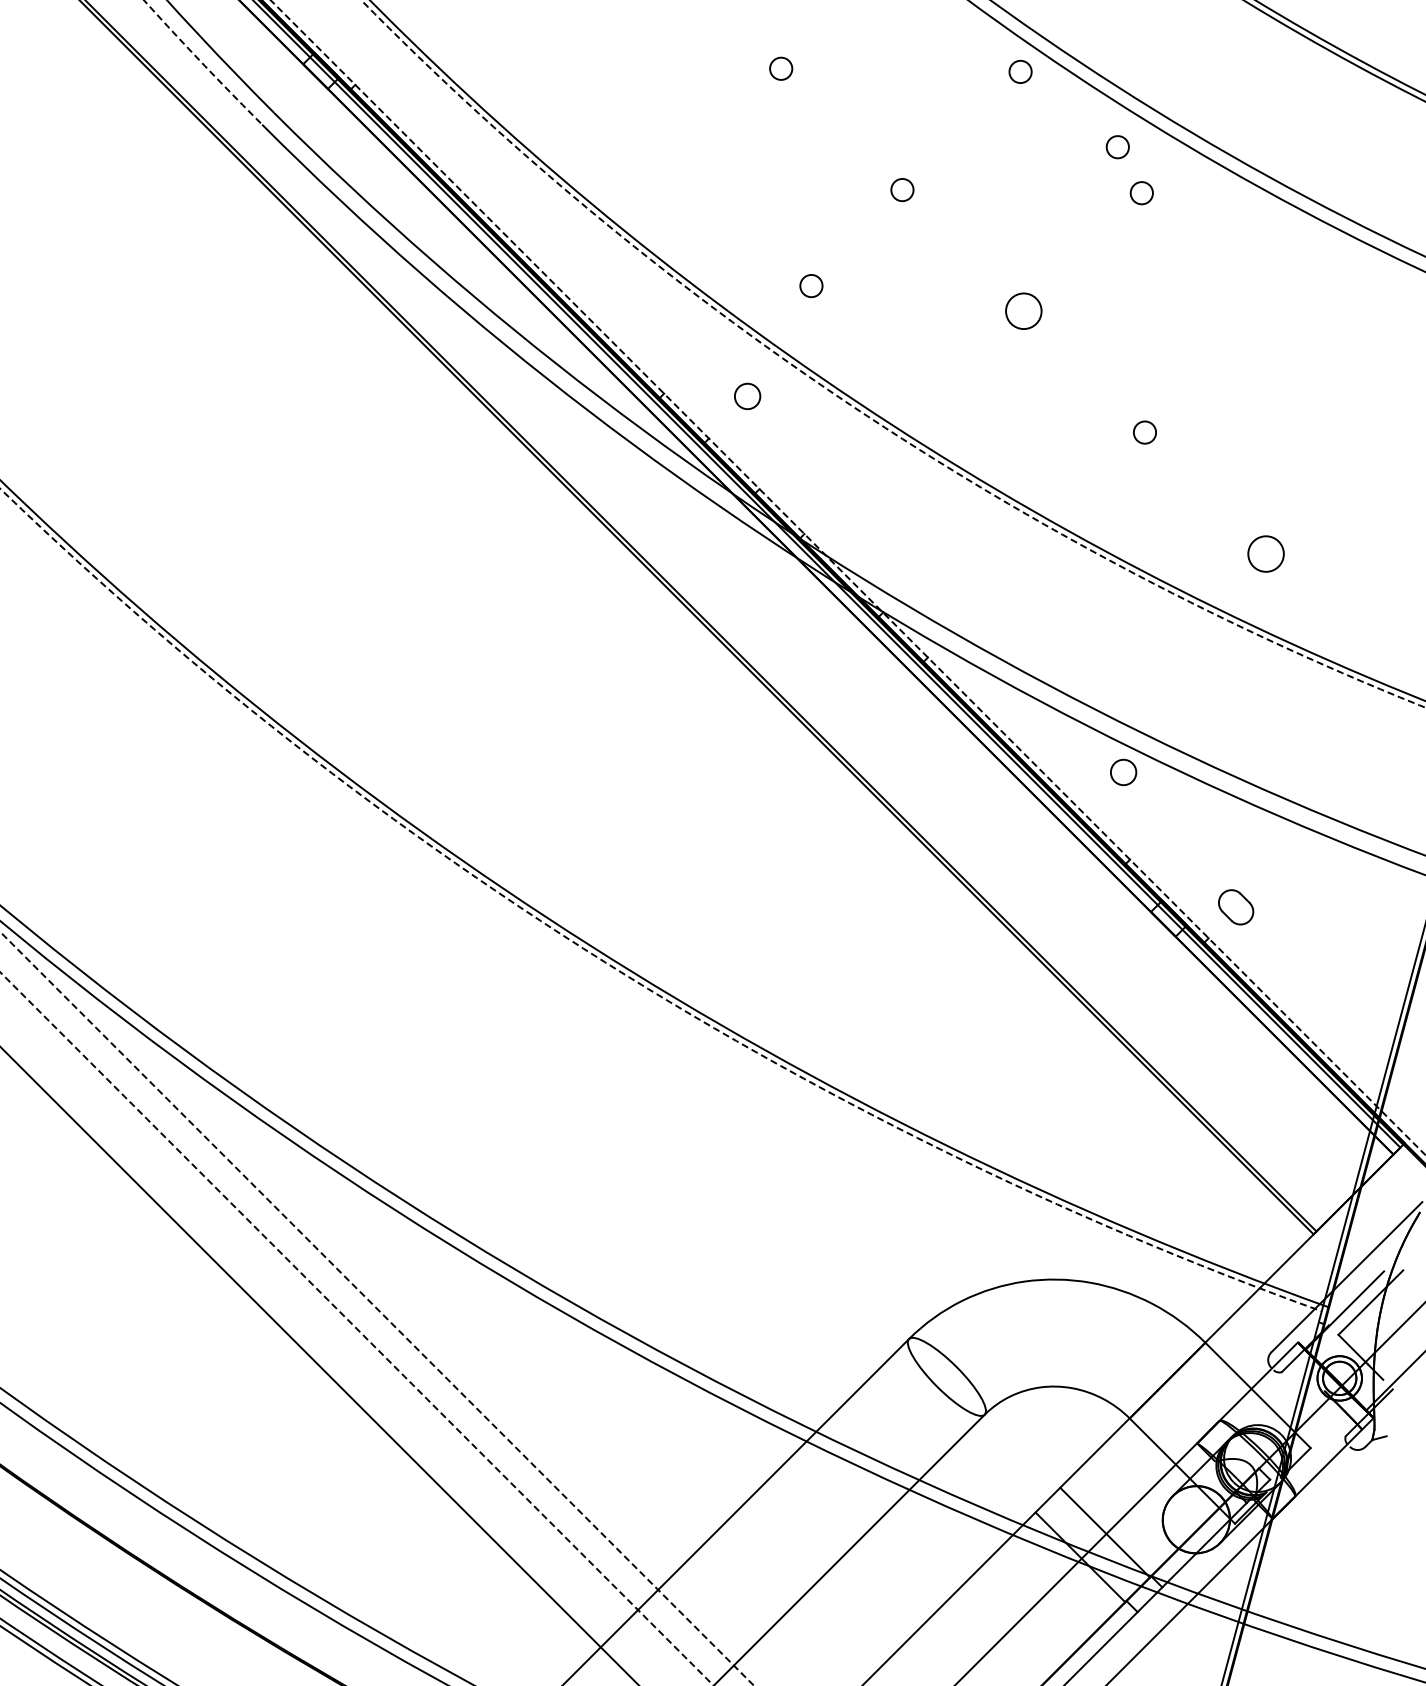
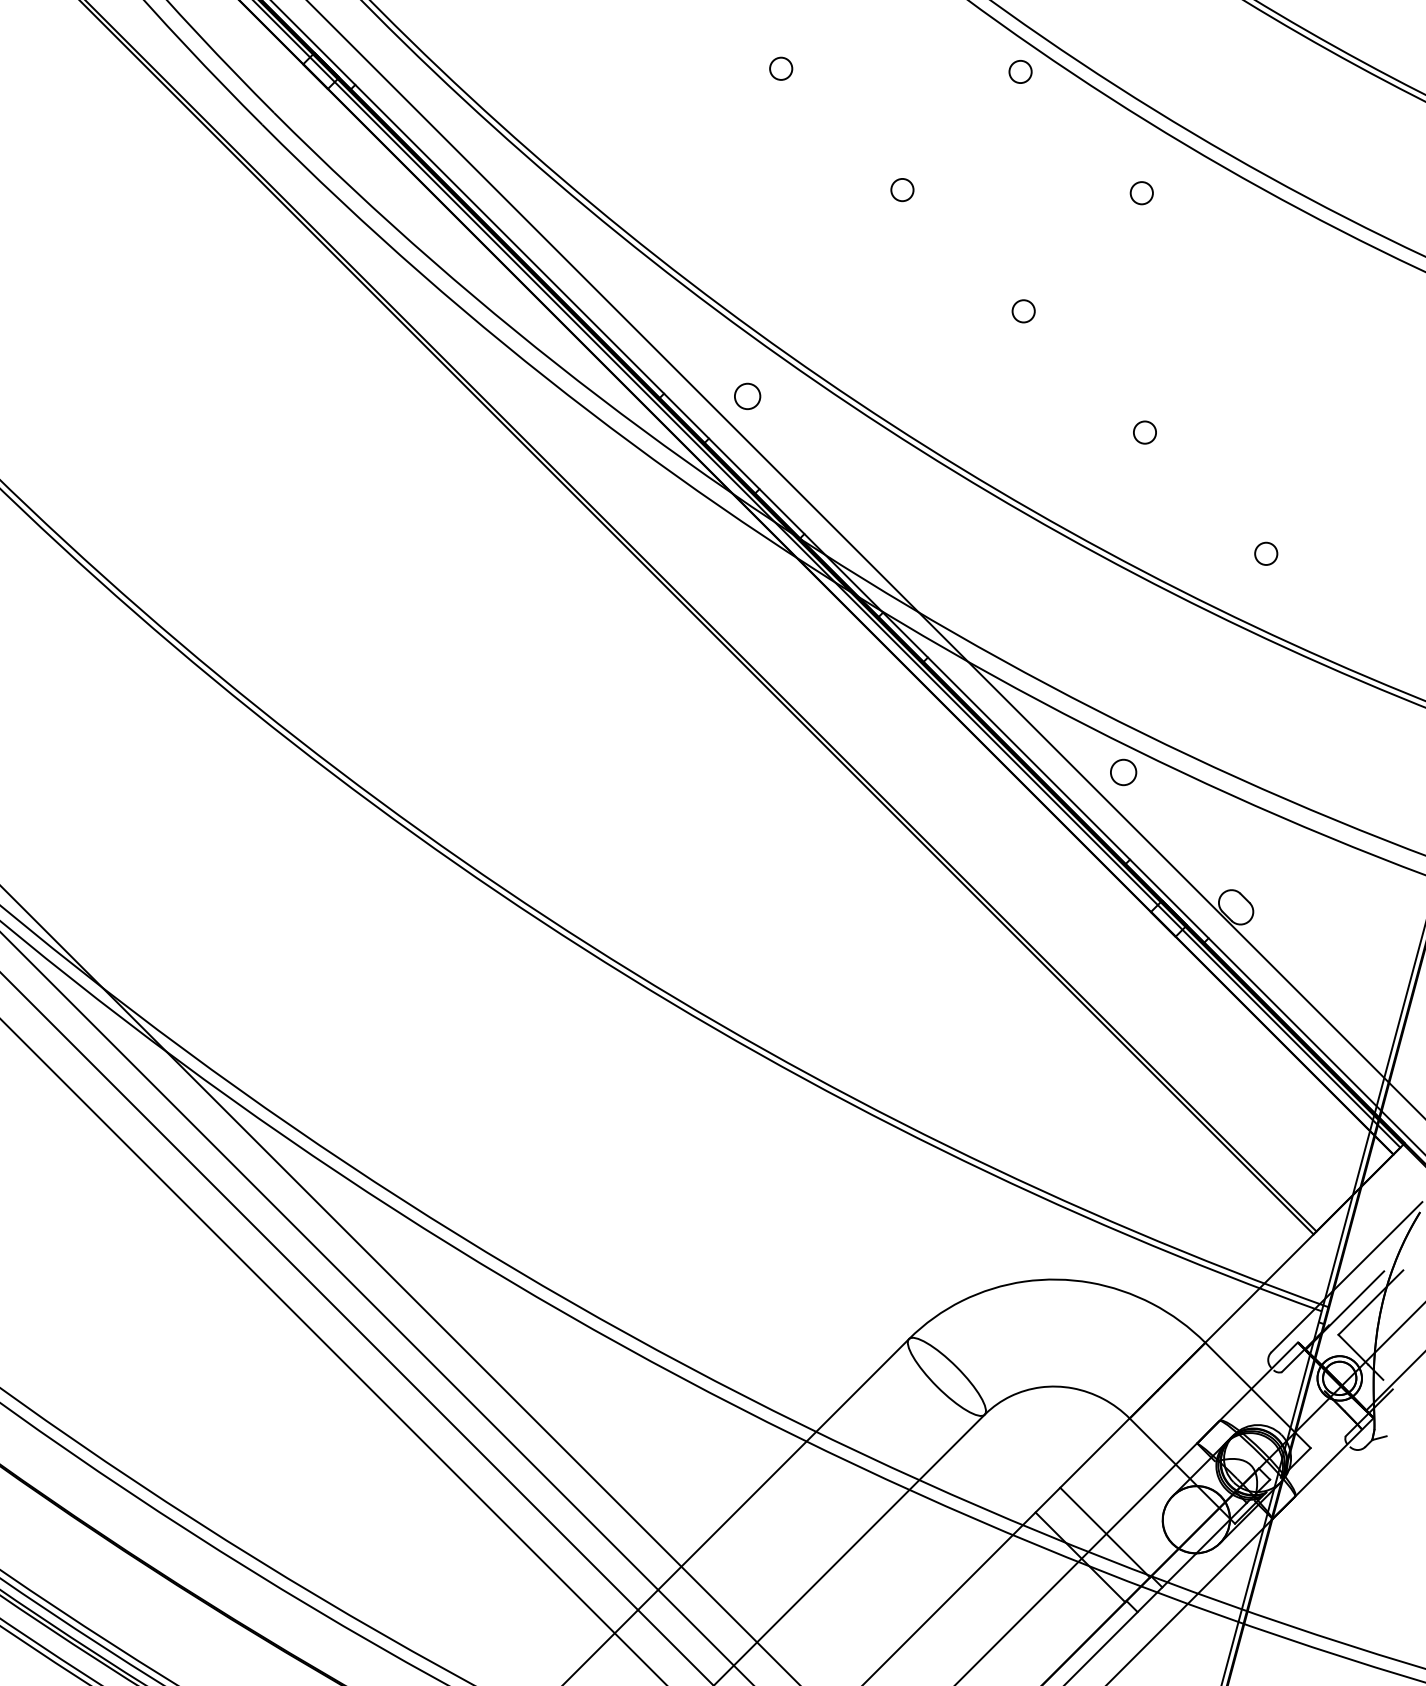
arc at (201, 62): dashed -> solid
circle at (1117, 147): present -> none
circle at (811, 286): present -> none
circle at (1023, 310) size: 38x38 px -> 25x25 px
arc at (853, 407): dashed -> solid
circle at (1265, 553) size: 38x38 px -> 25x25 px
line at (865, 559): none -> present
line at (848, 577): dashed -> solid
arc at (618, 970): dashed -> solid
line at (399, 1284): none -> present
line at (376, 1308): dashed -> solid
line at (356, 1328): dashed -> solid
line at (319, 1365) position: (319, 1365) -> (333, 1351)
